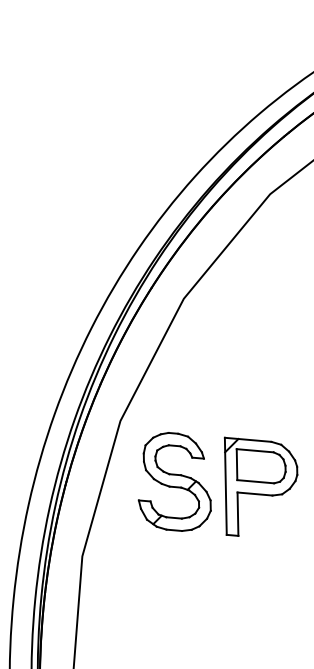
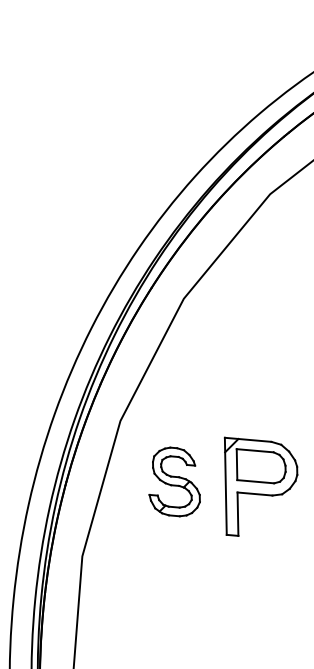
part at (174, 481) size: 75x100 px -> 53x72 px
